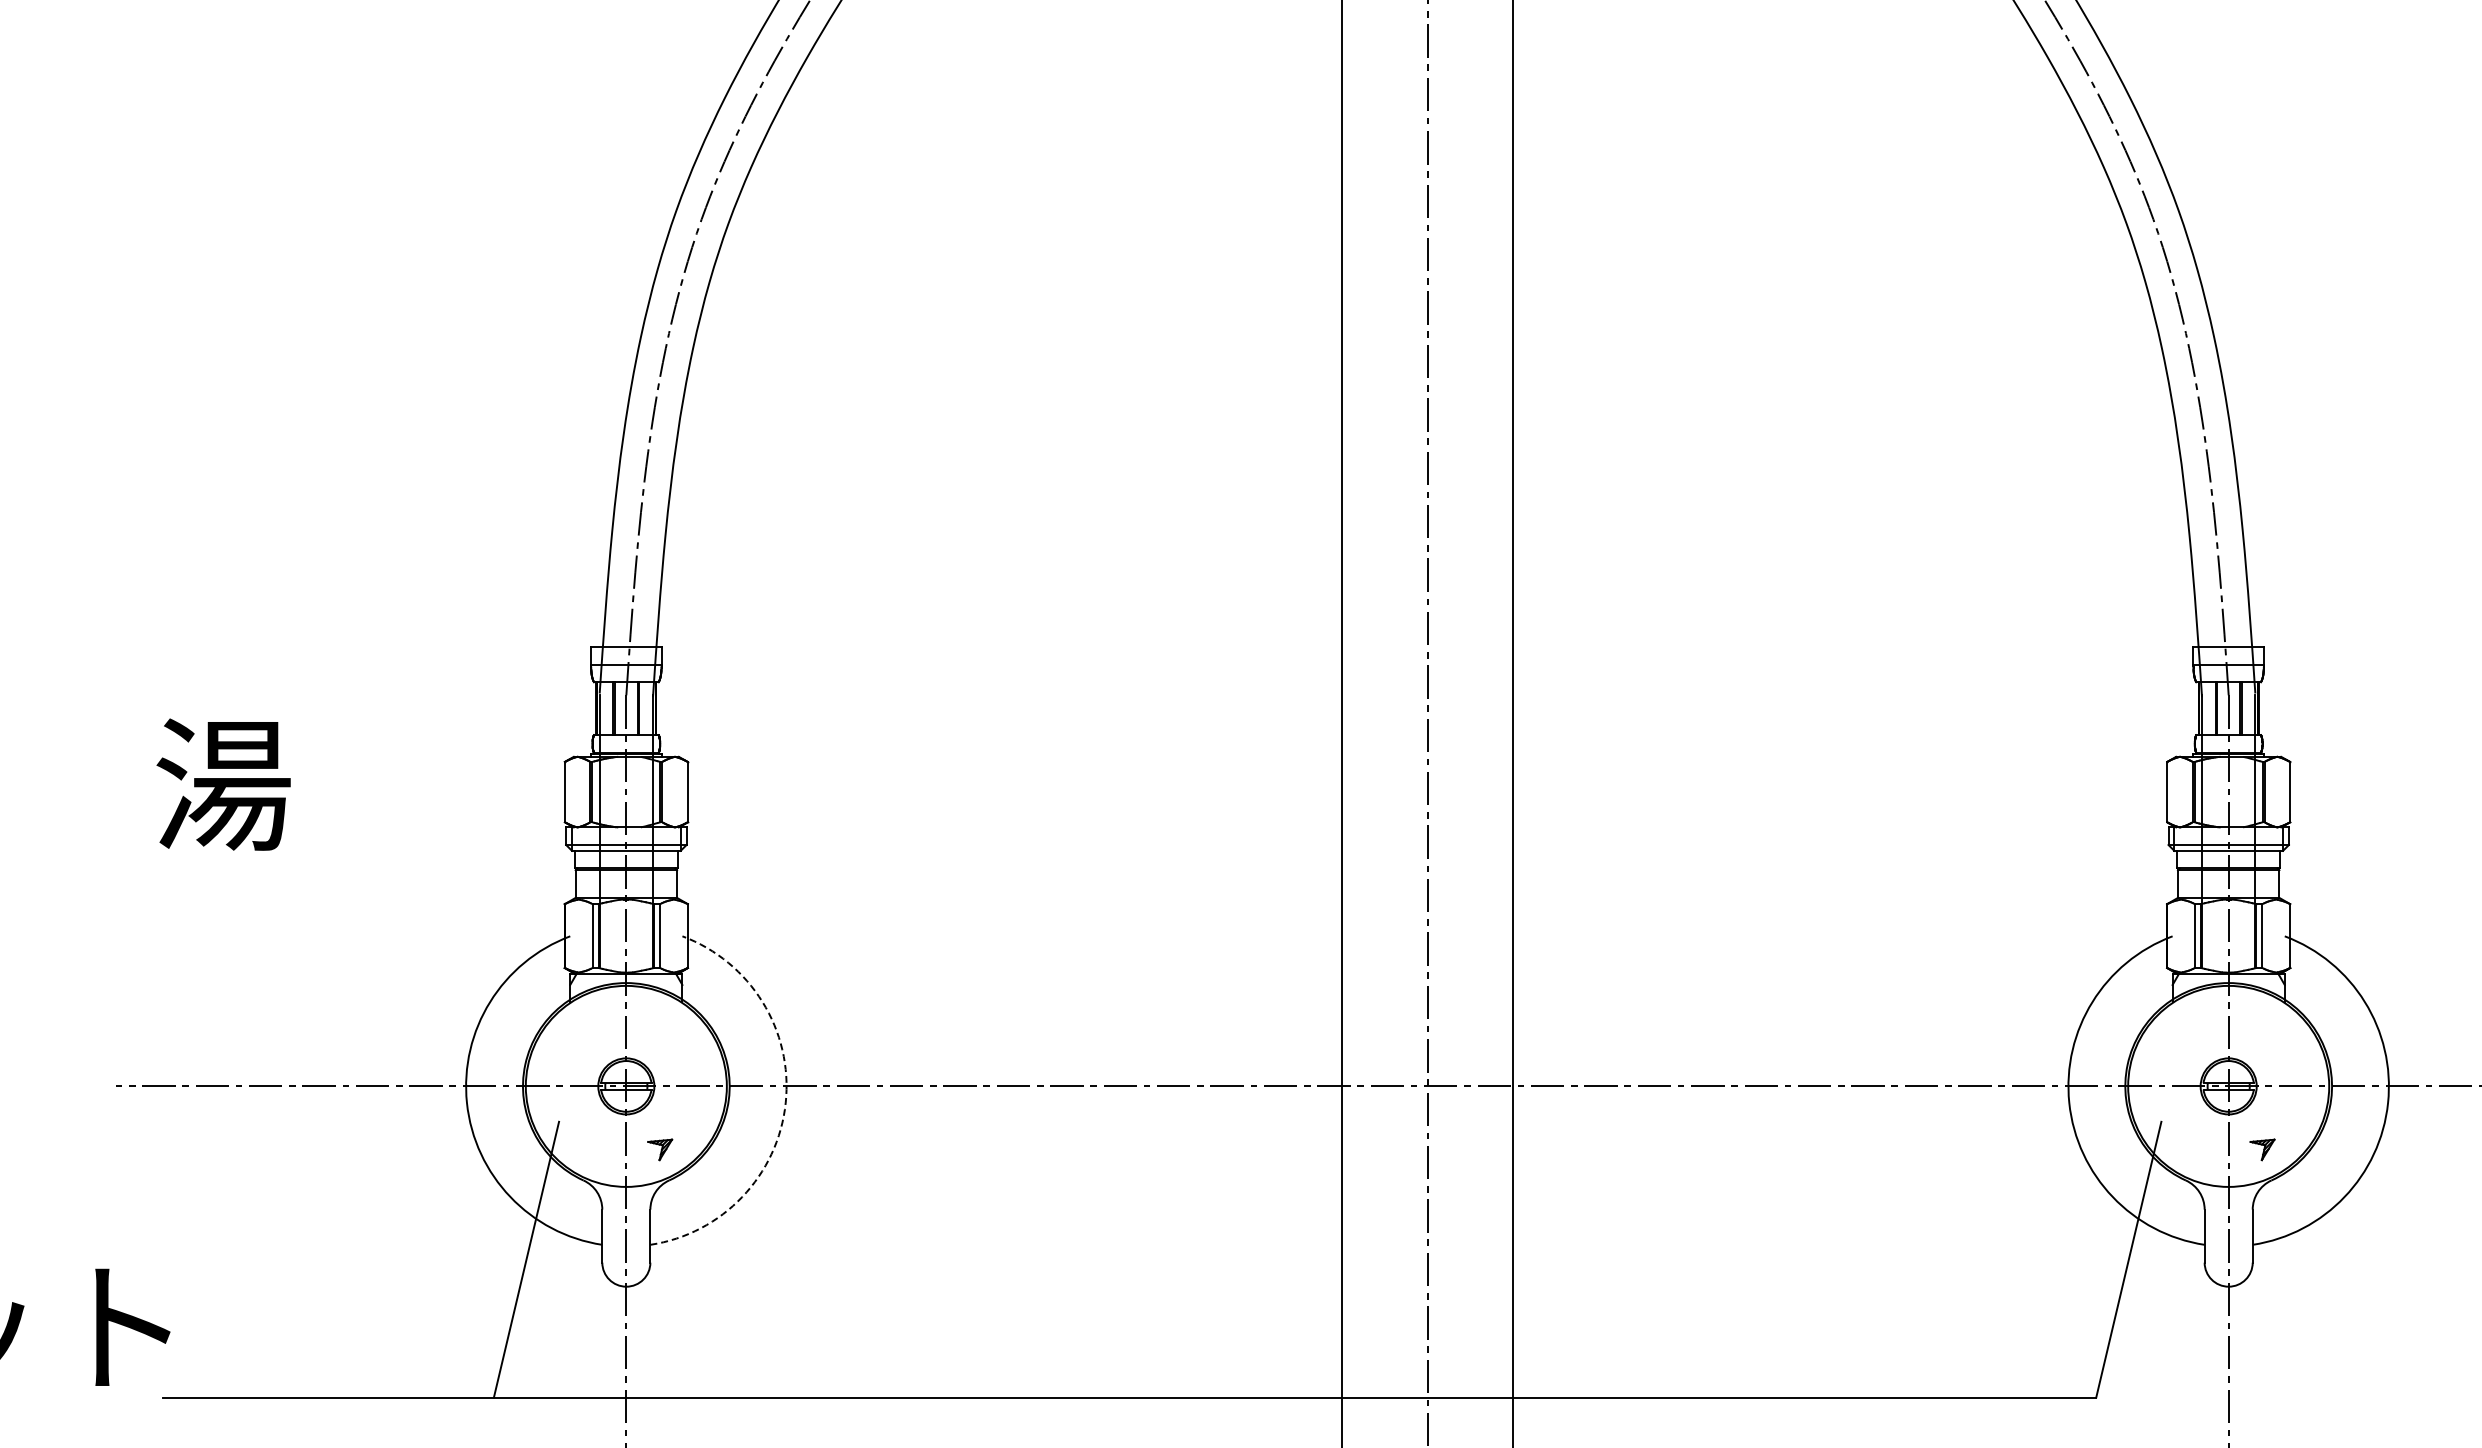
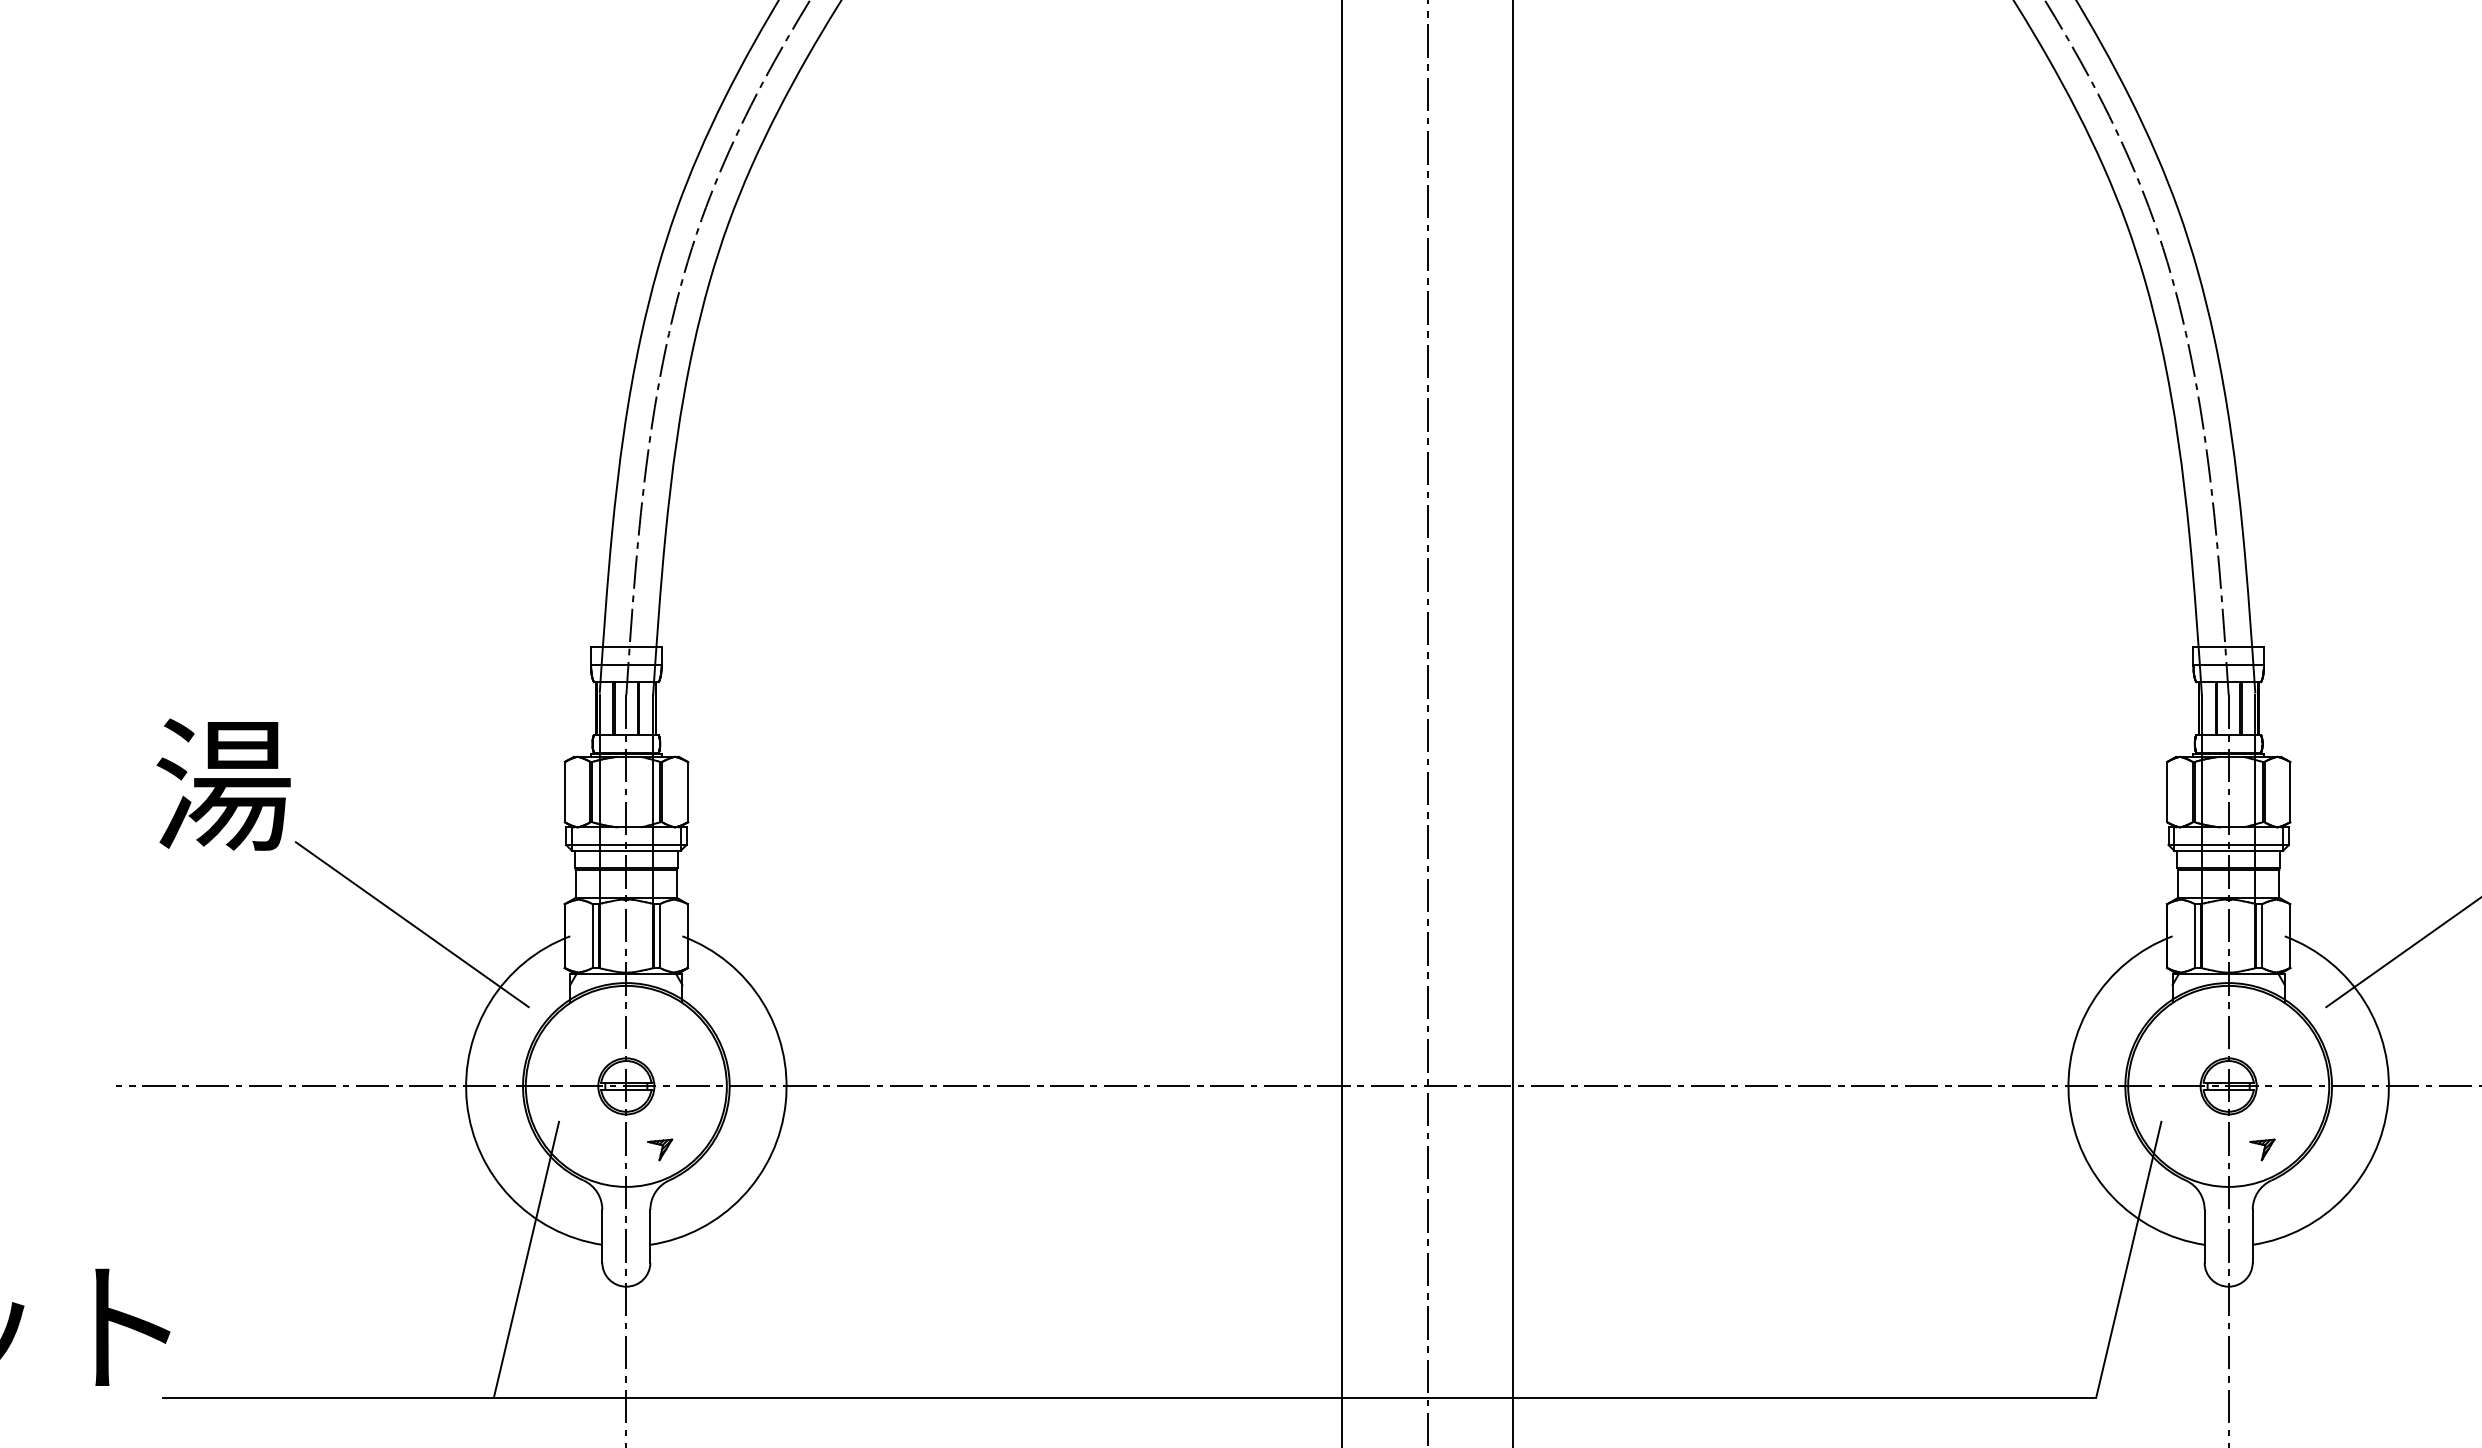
line at (411, 924): none -> present
line at (2402, 953): none -> present
arc at (785, 1102): dashed -> solid
